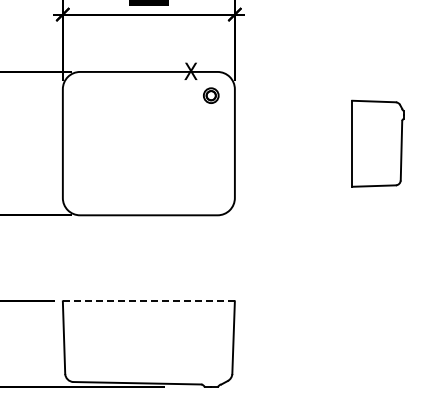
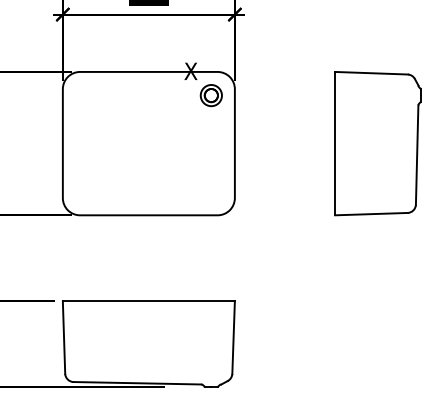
part at (211, 95) size: 17x17 px -> 24x24 px
part at (377, 143) size: 54x89 px -> 88x146 px
line at (148, 301): dashed -> solid
